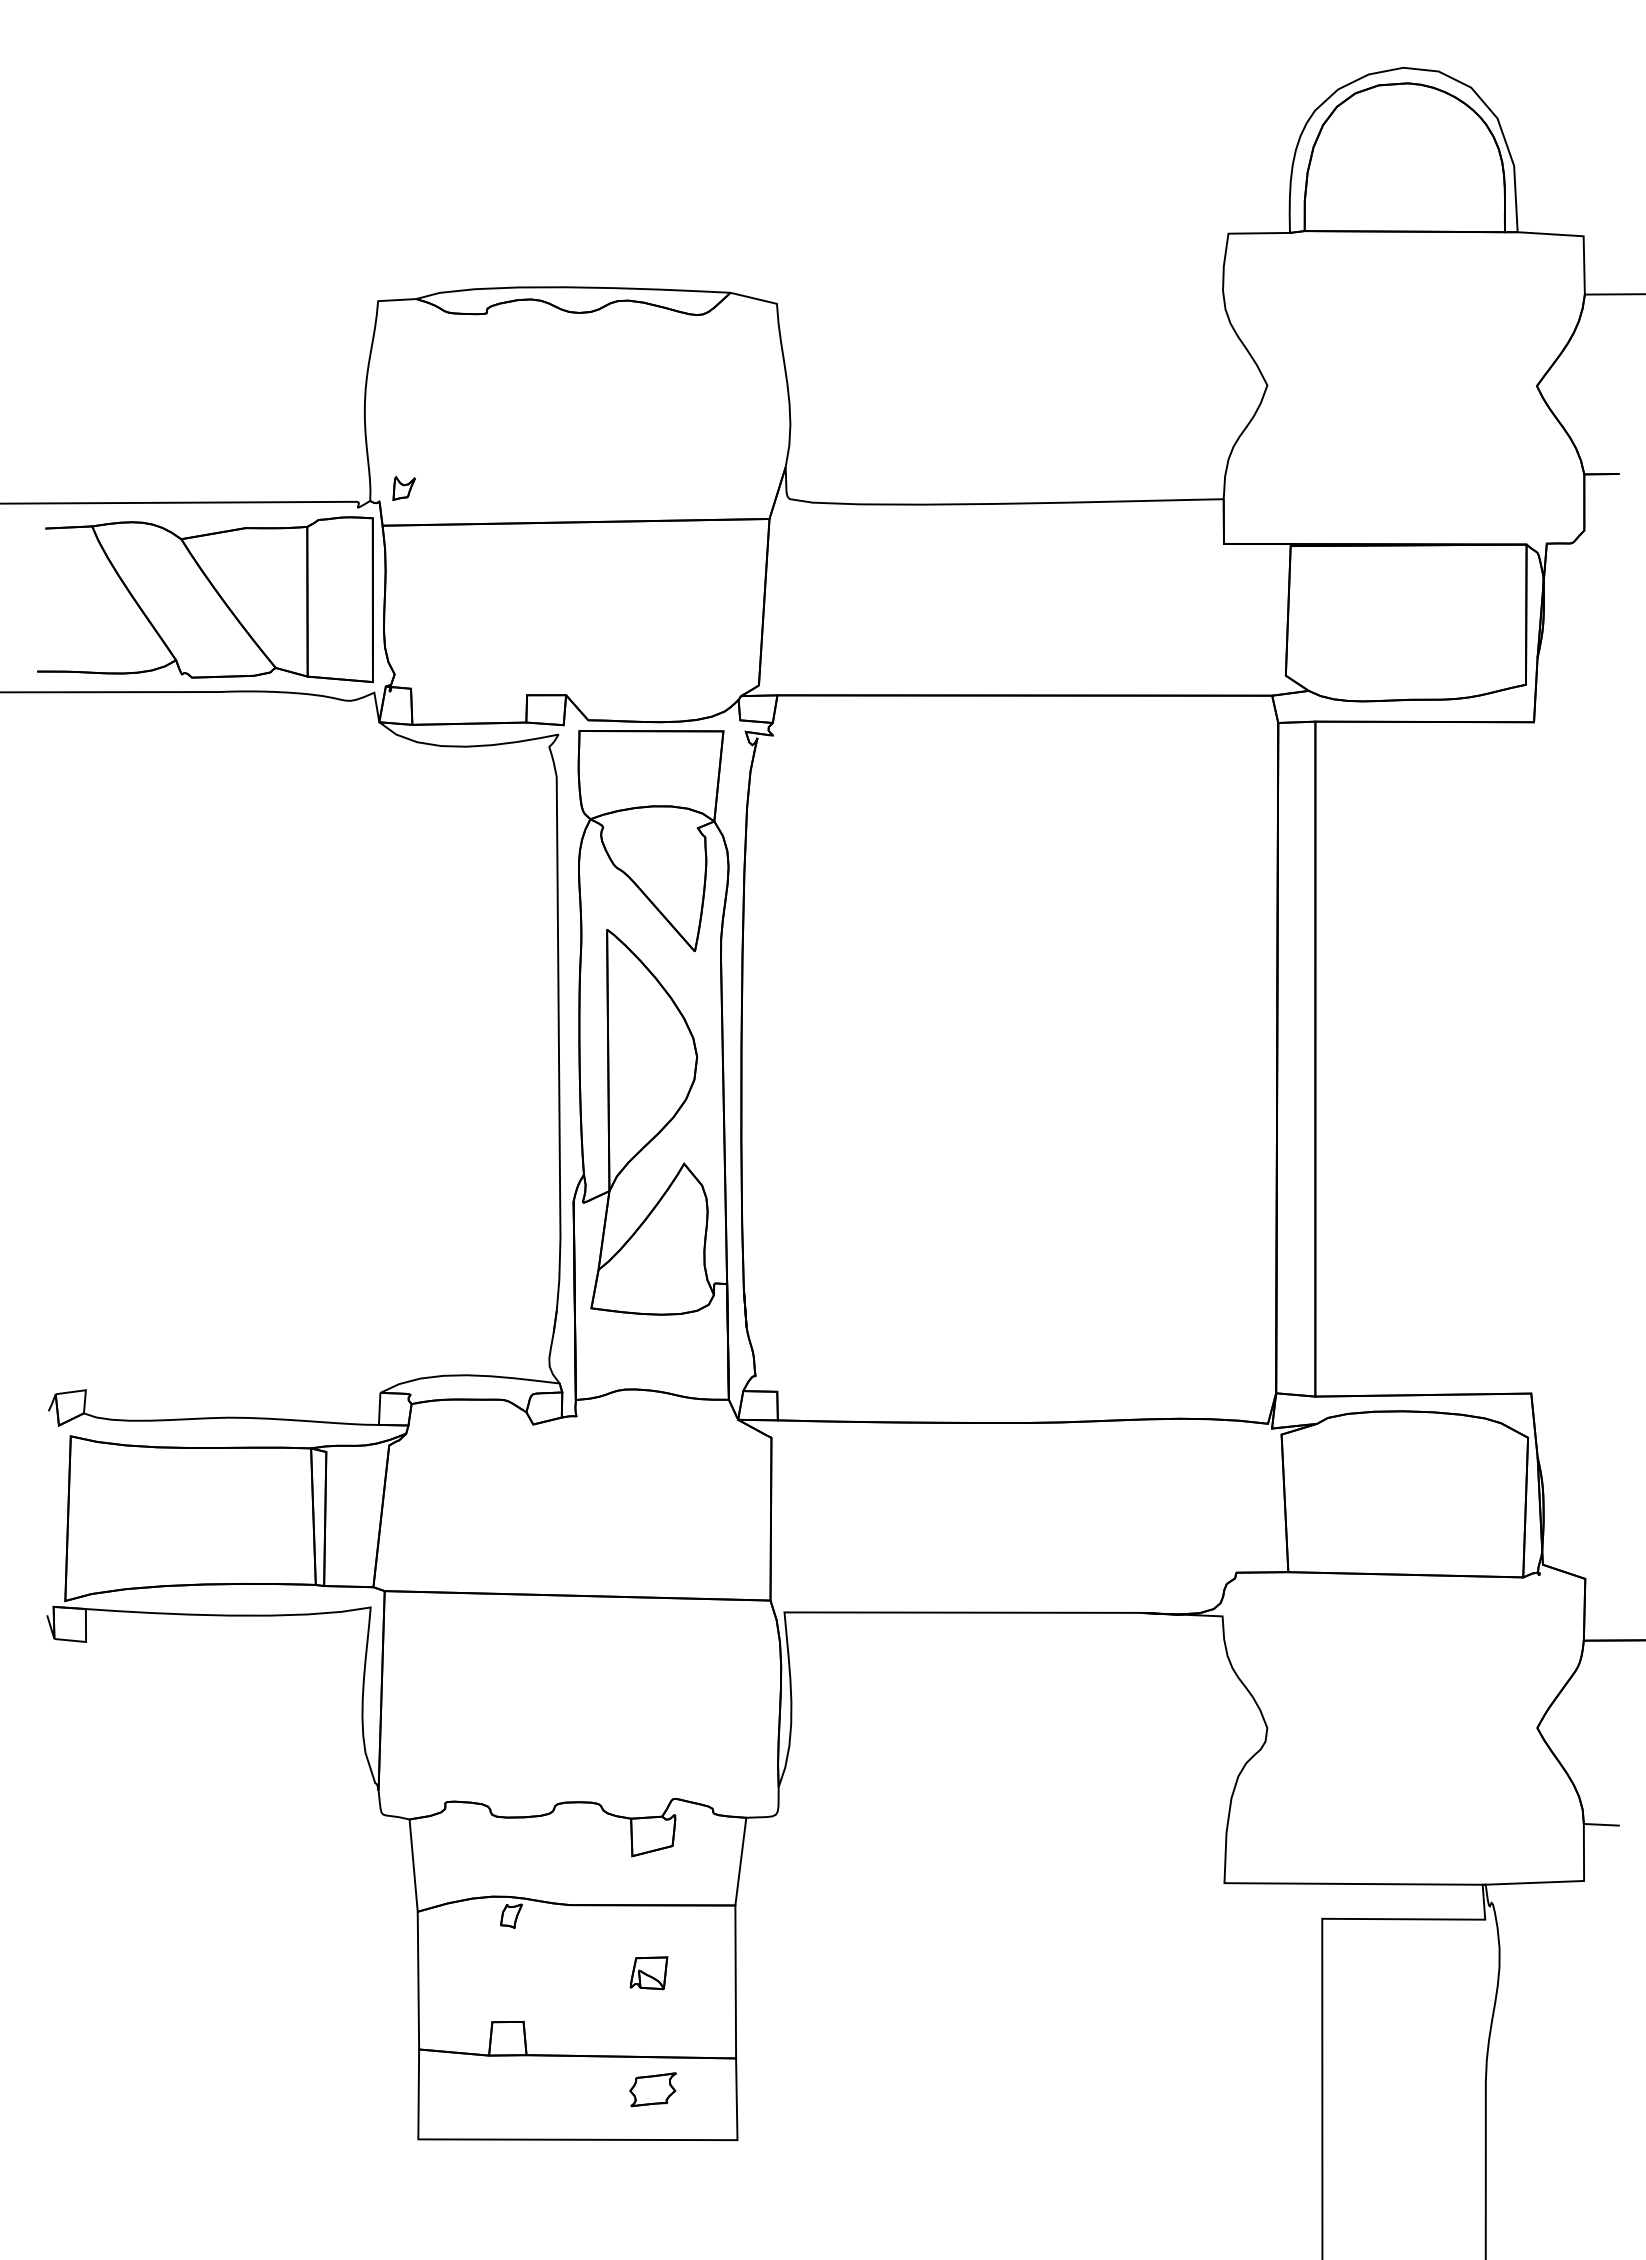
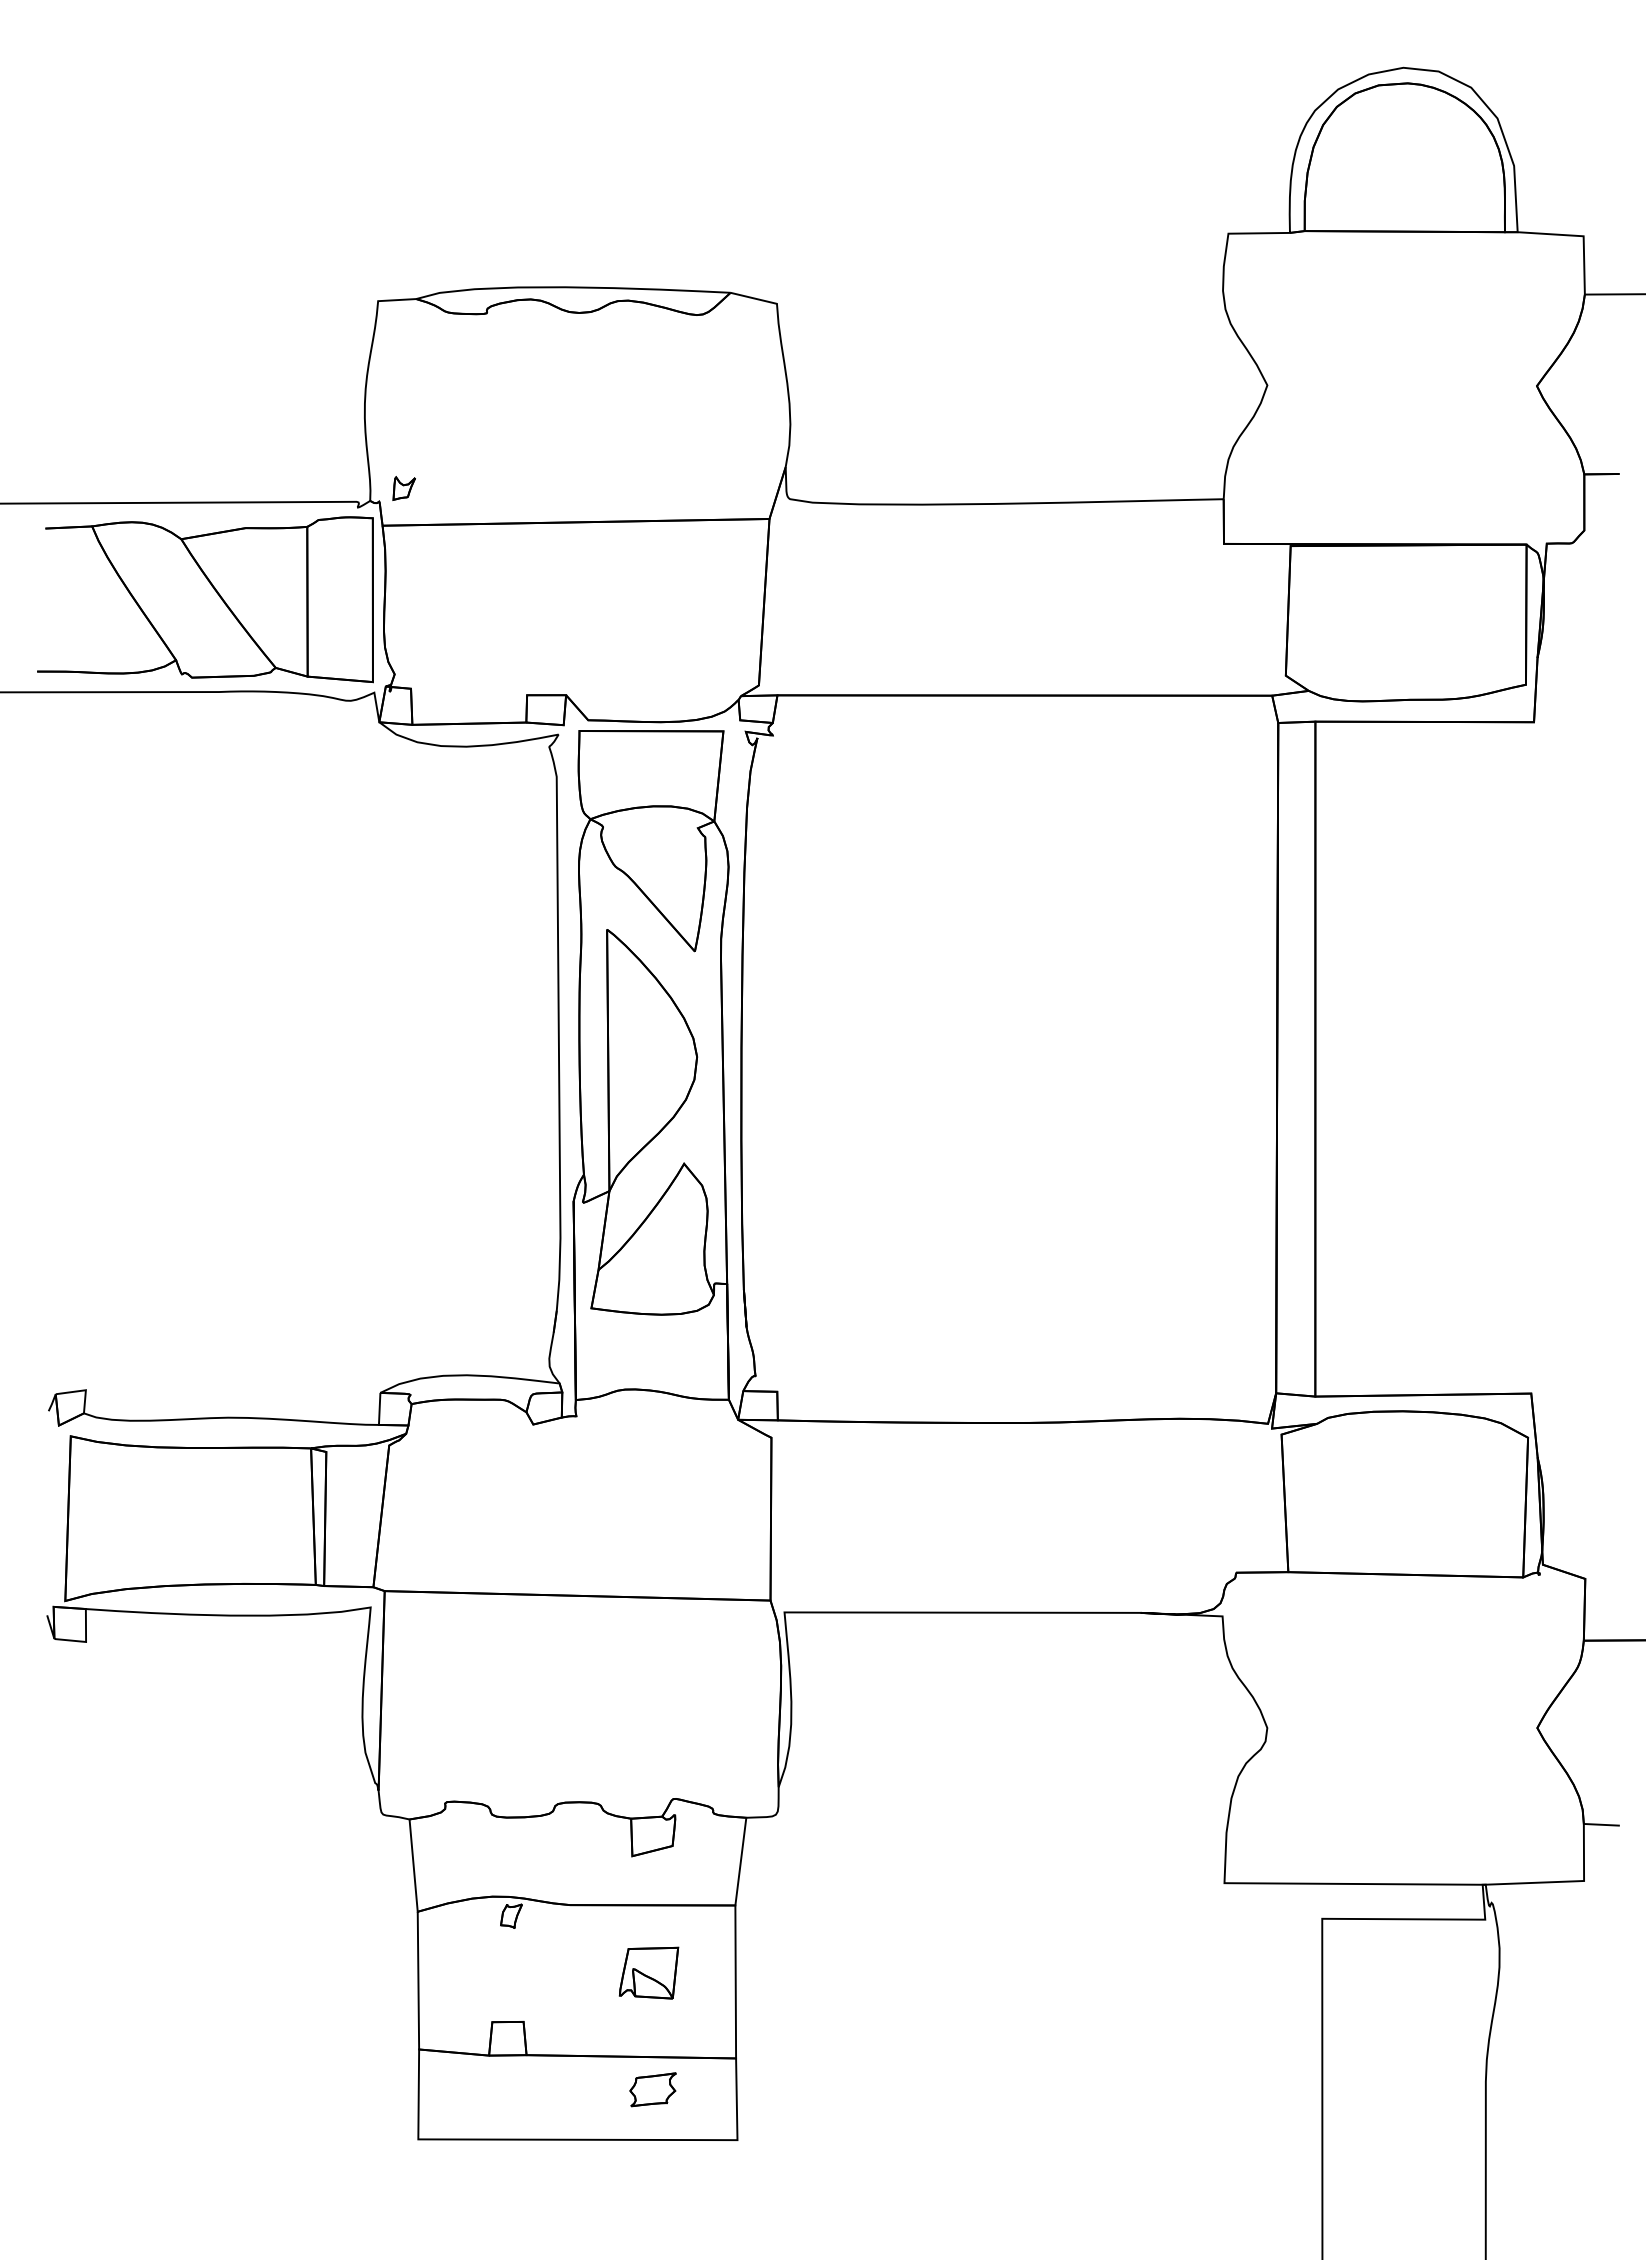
part at (648, 1973) size: 40x35 px -> 61x54 px
